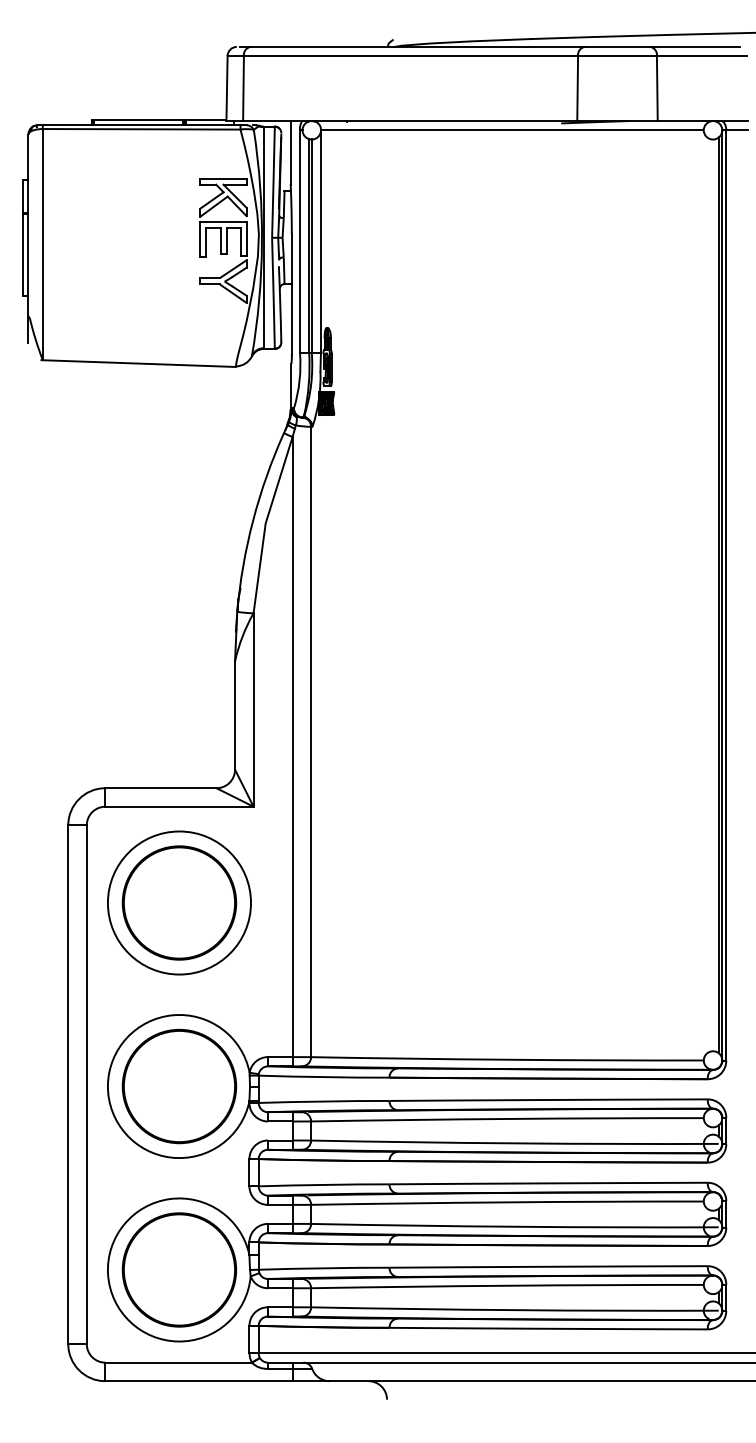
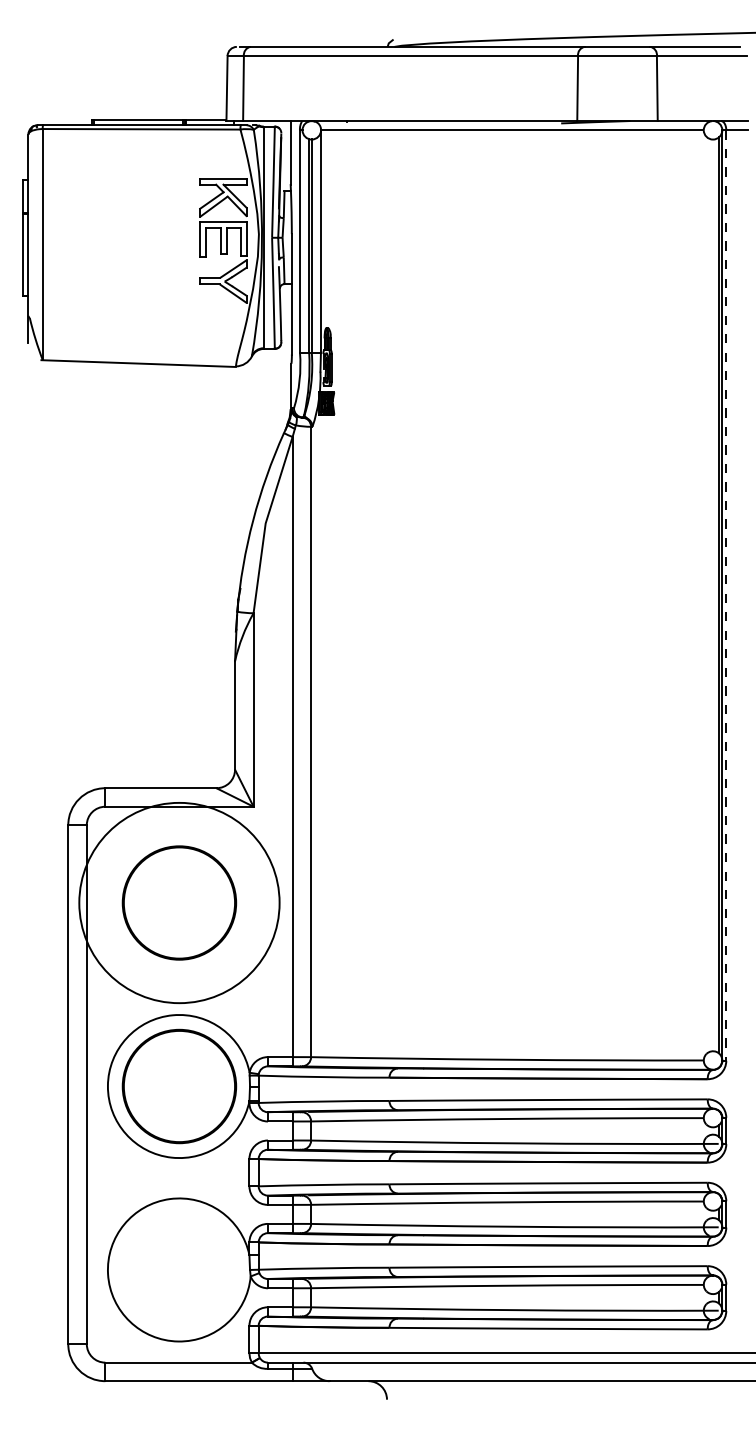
line at (726, 596): solid -> dashed
circle at (179, 902) diameter: 143 px -> 200 px
part at (179, 1269): present -> none
